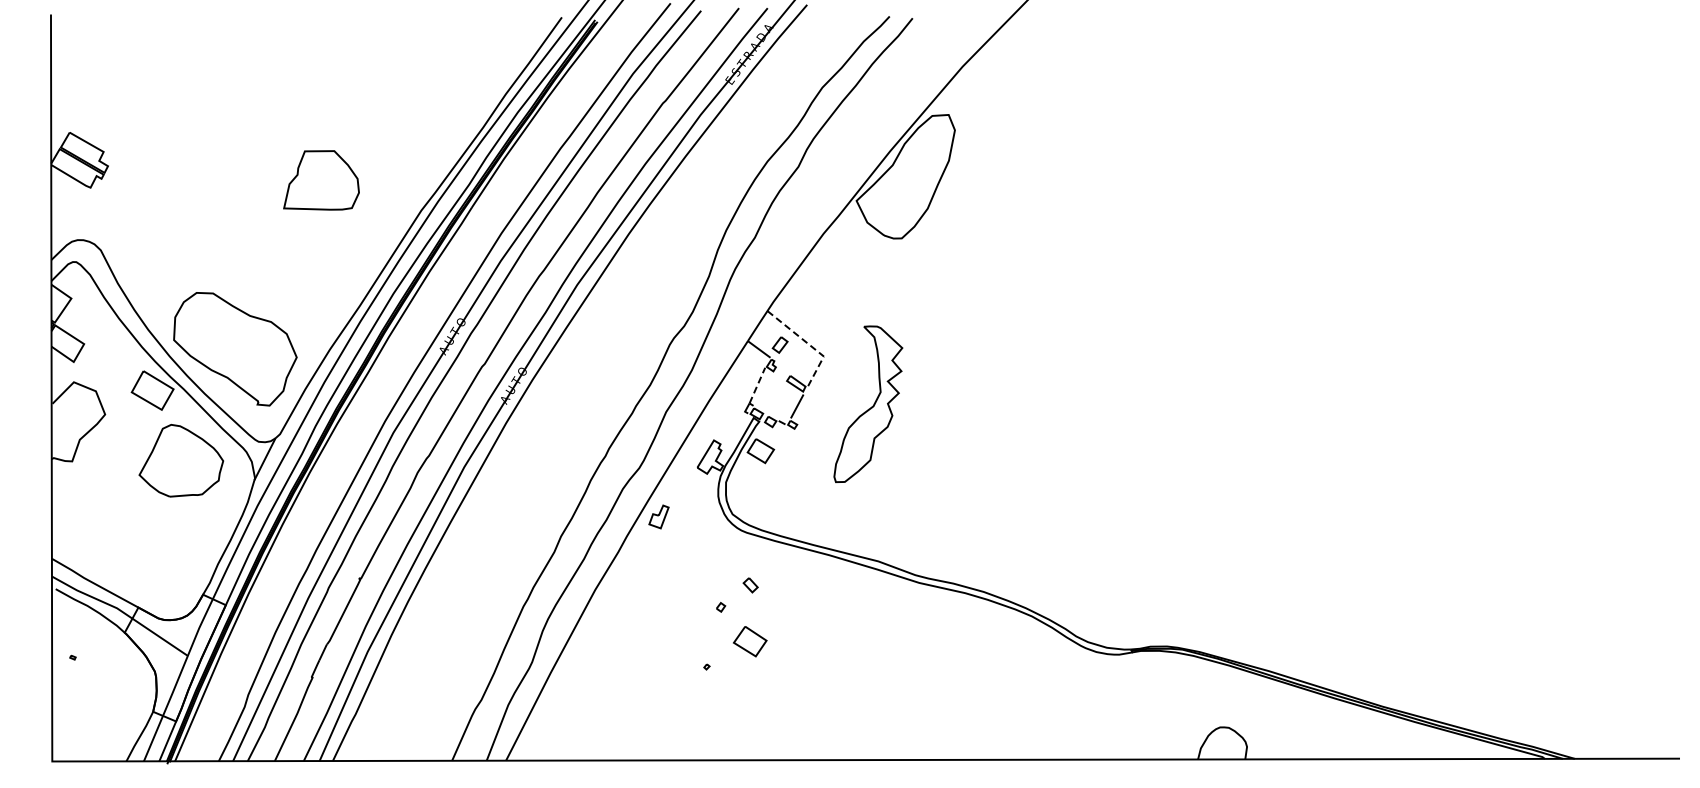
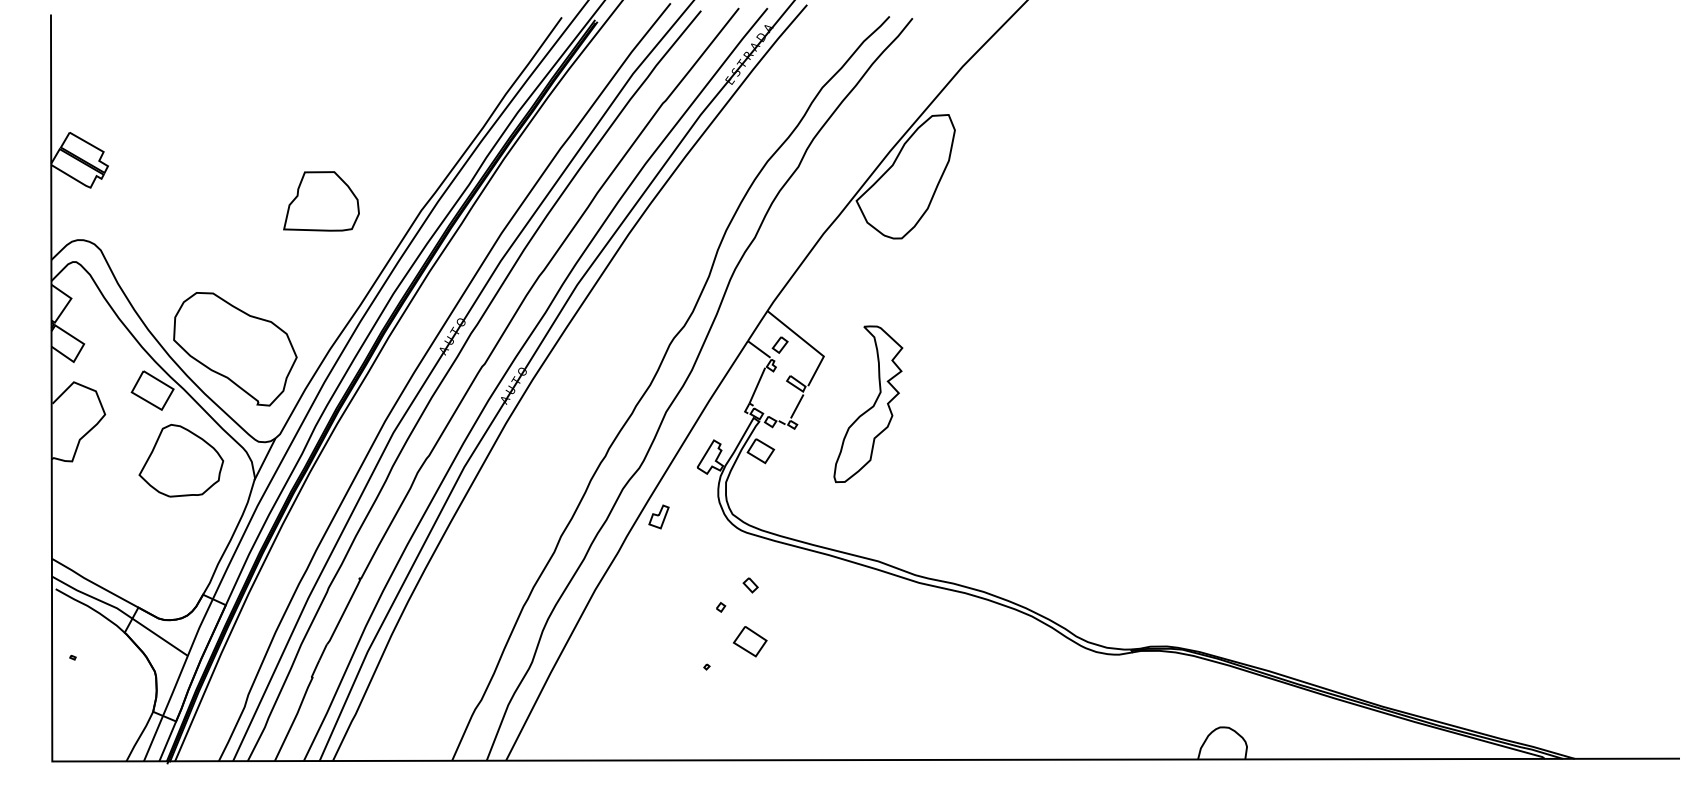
part at (321, 180) position: (321, 180) -> (321, 201)
line at (809, 344): dashed -> solid
line at (757, 385): dashed -> solid
